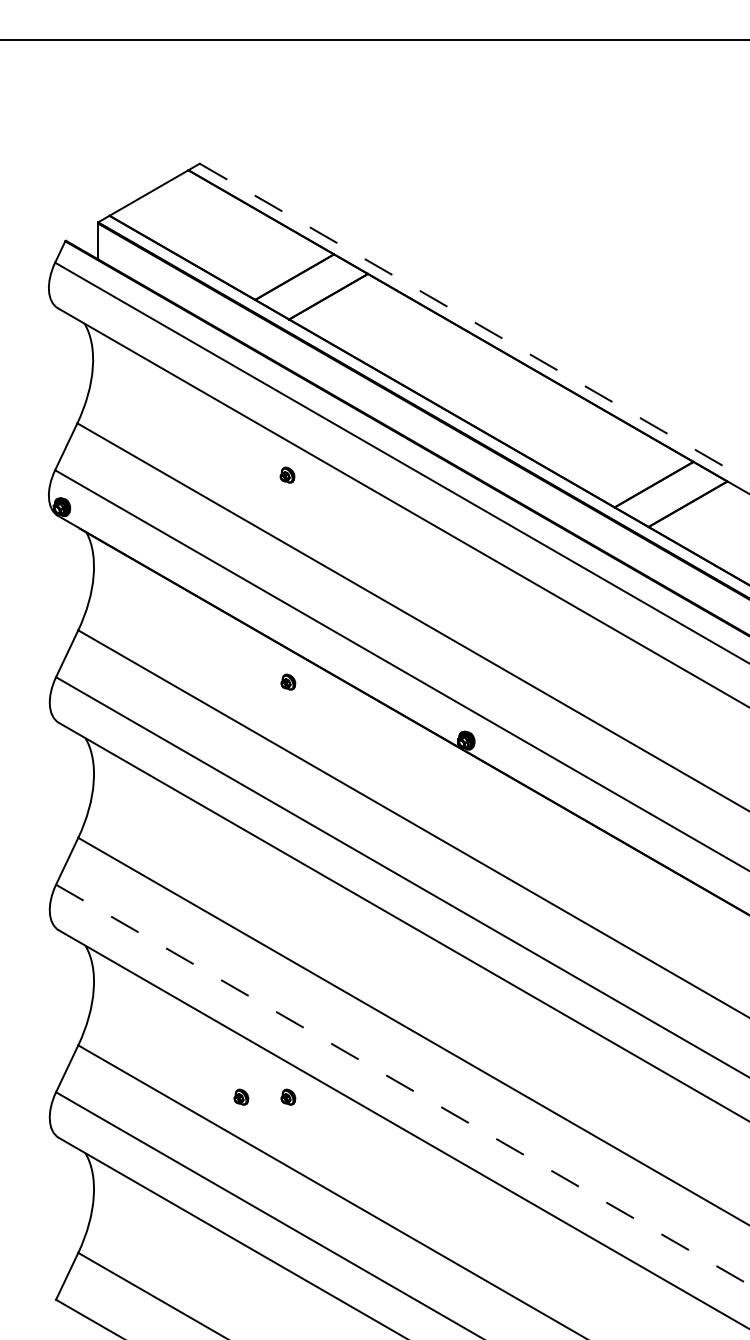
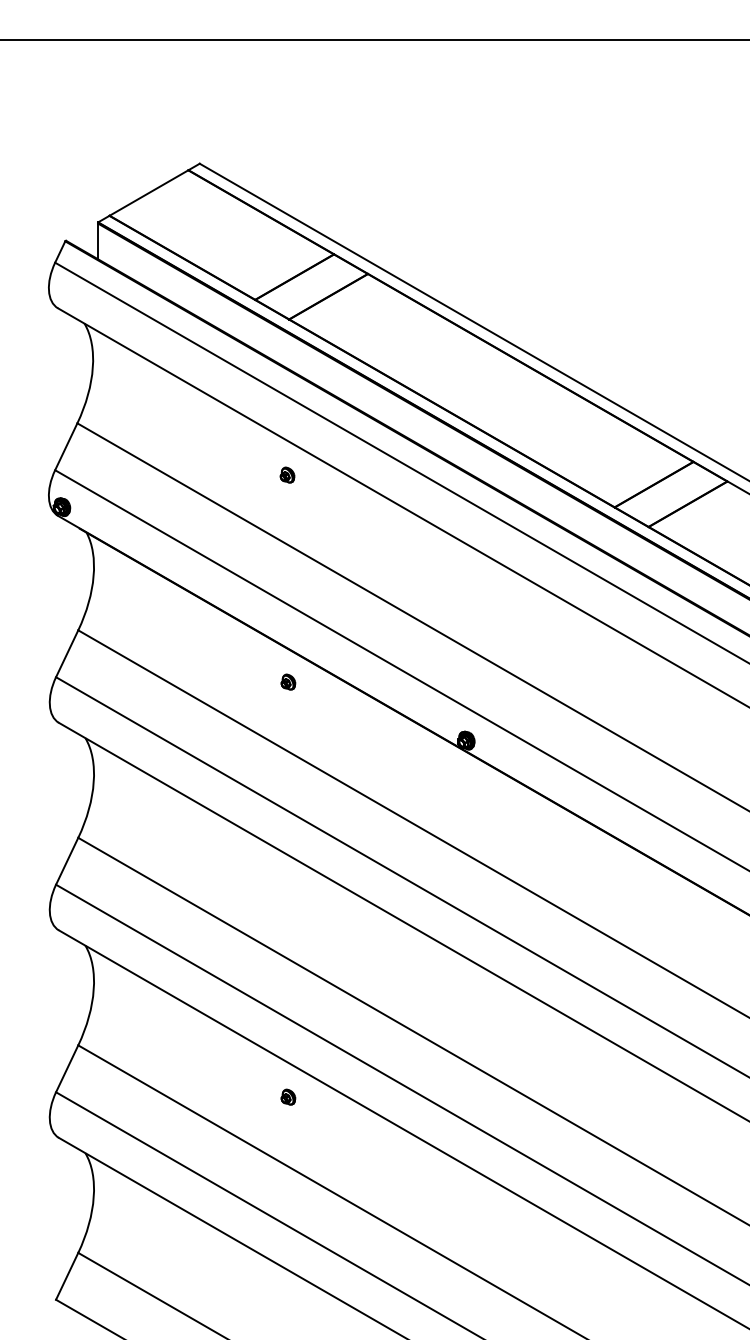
line at (475, 322): dashed -> solid
line at (403, 1085): dashed -> solid
part at (241, 1096): present -> none
